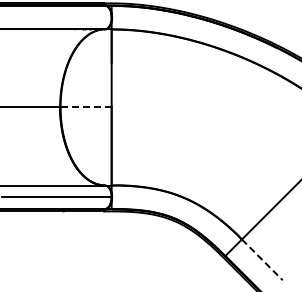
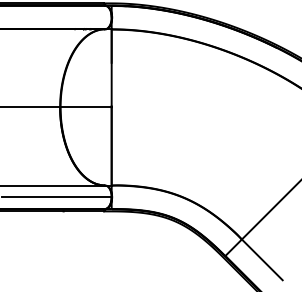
line at (86, 107): dashed -> solid
line at (262, 259): dashed -> solid
